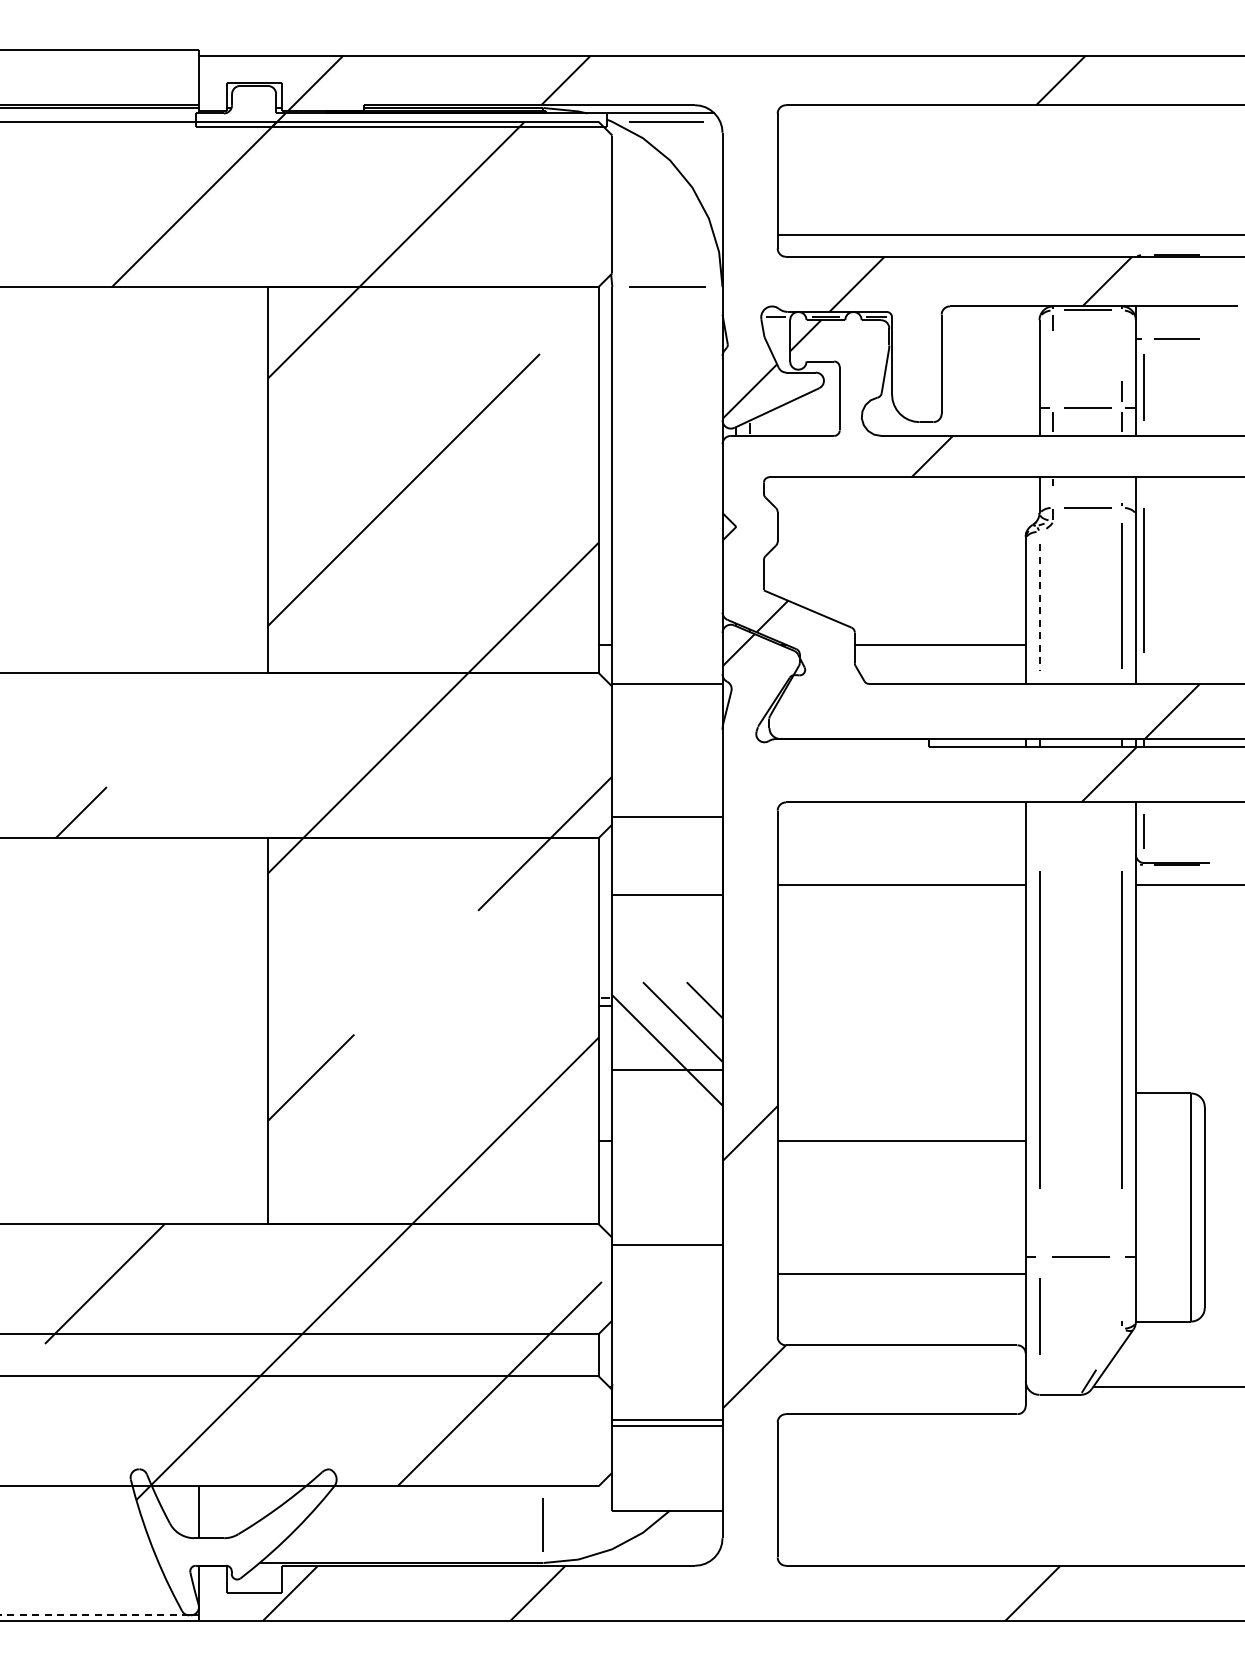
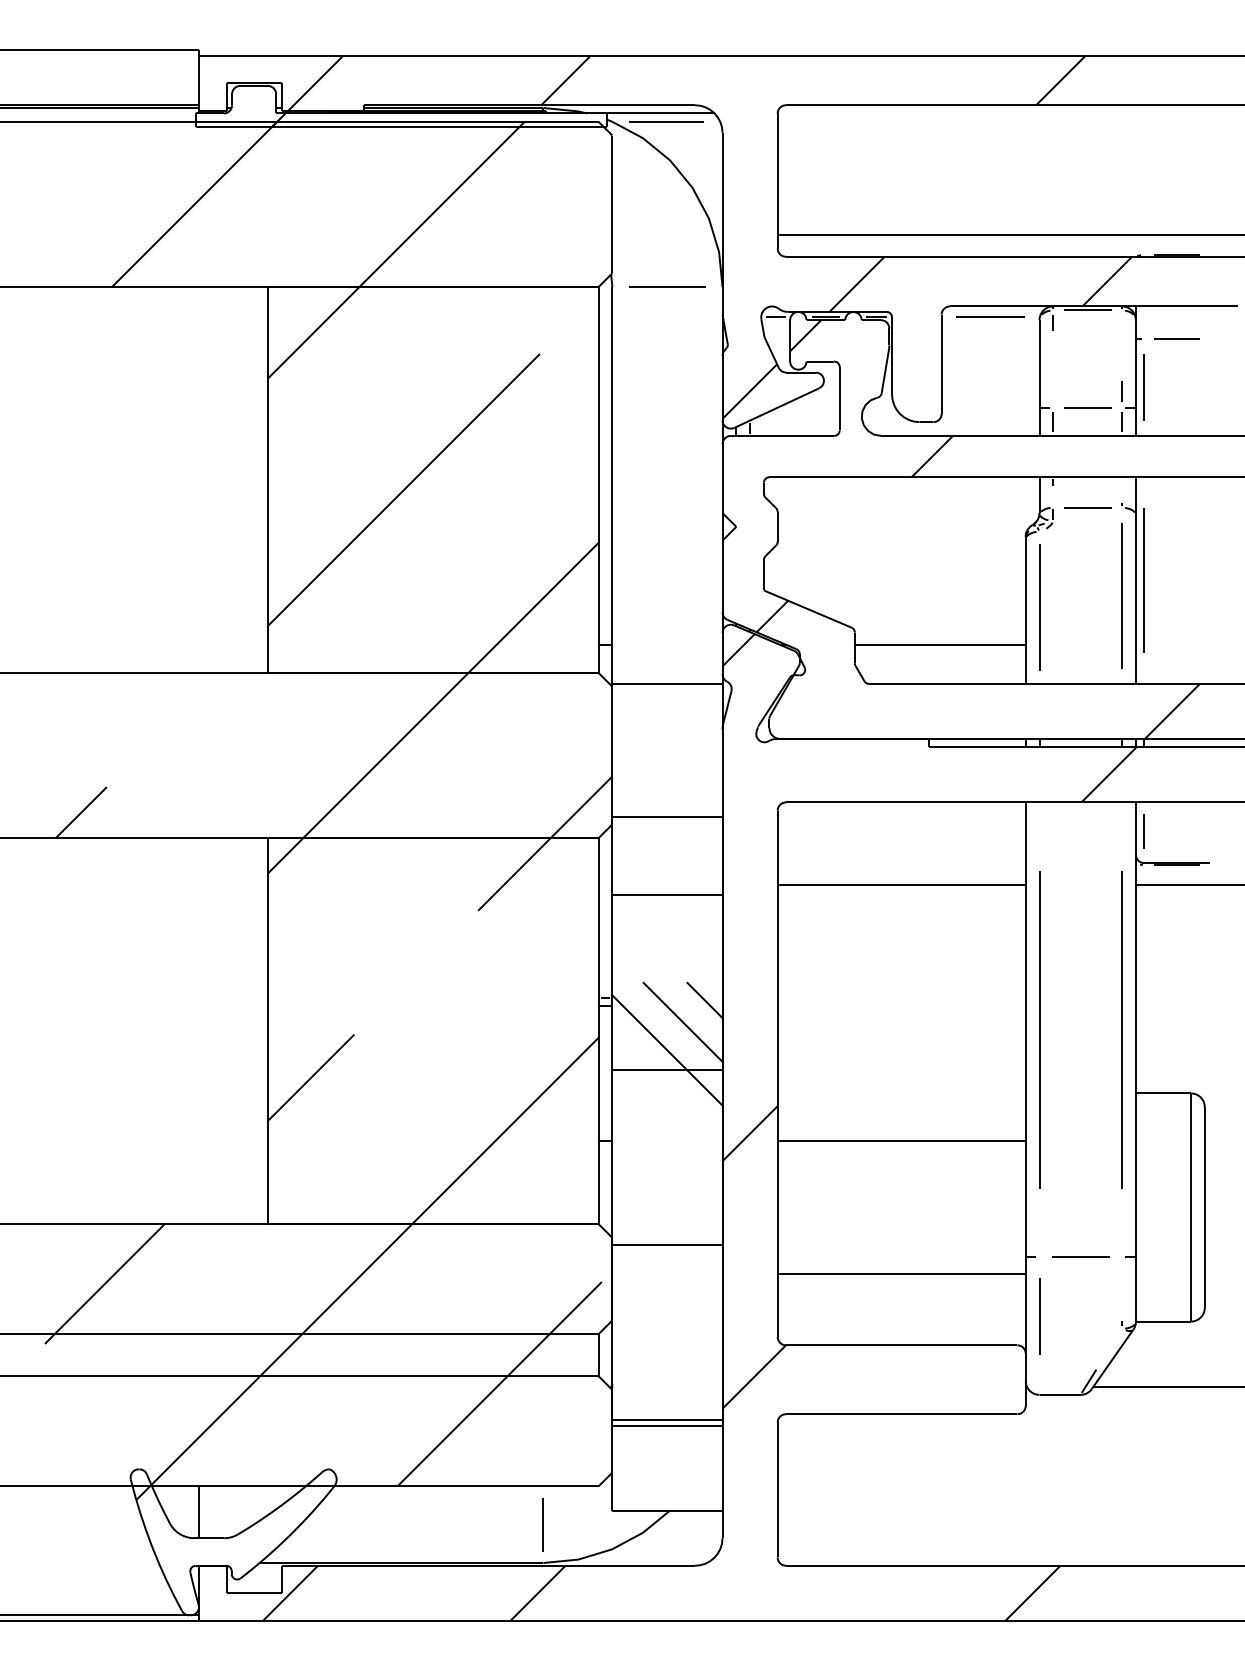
line at (990, 316): none -> present
line at (1039, 608): dashed -> solid
line at (94, 1615): dashed -> solid
